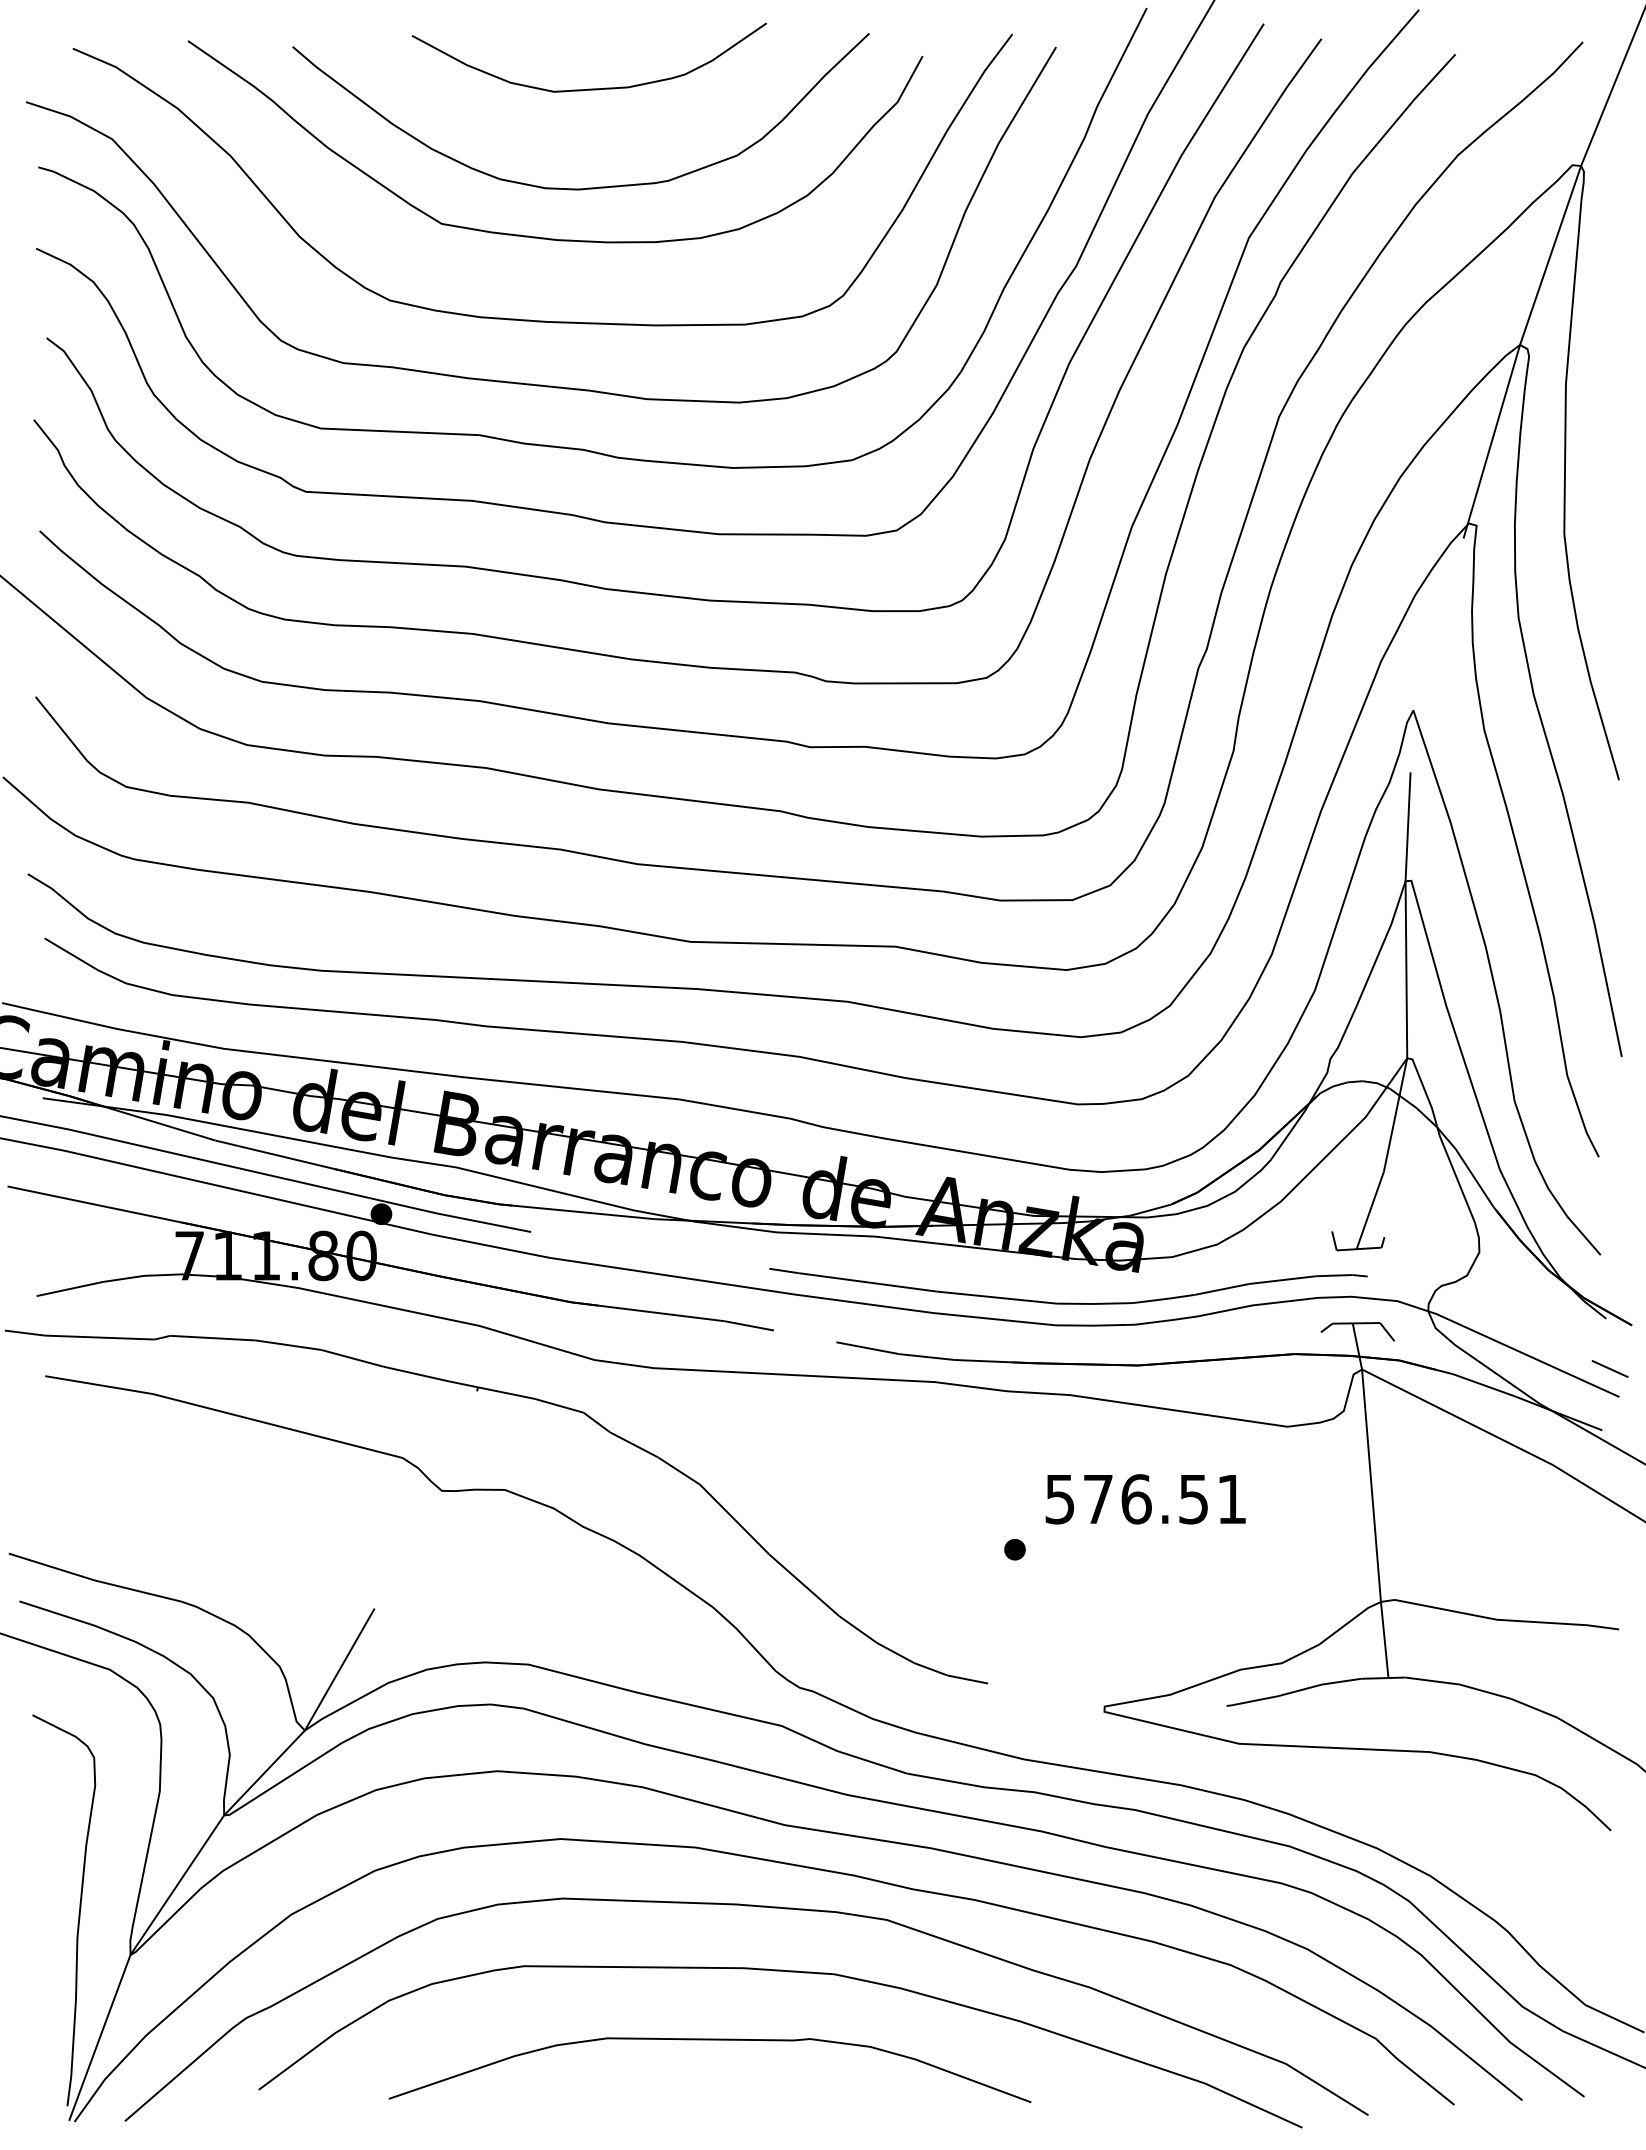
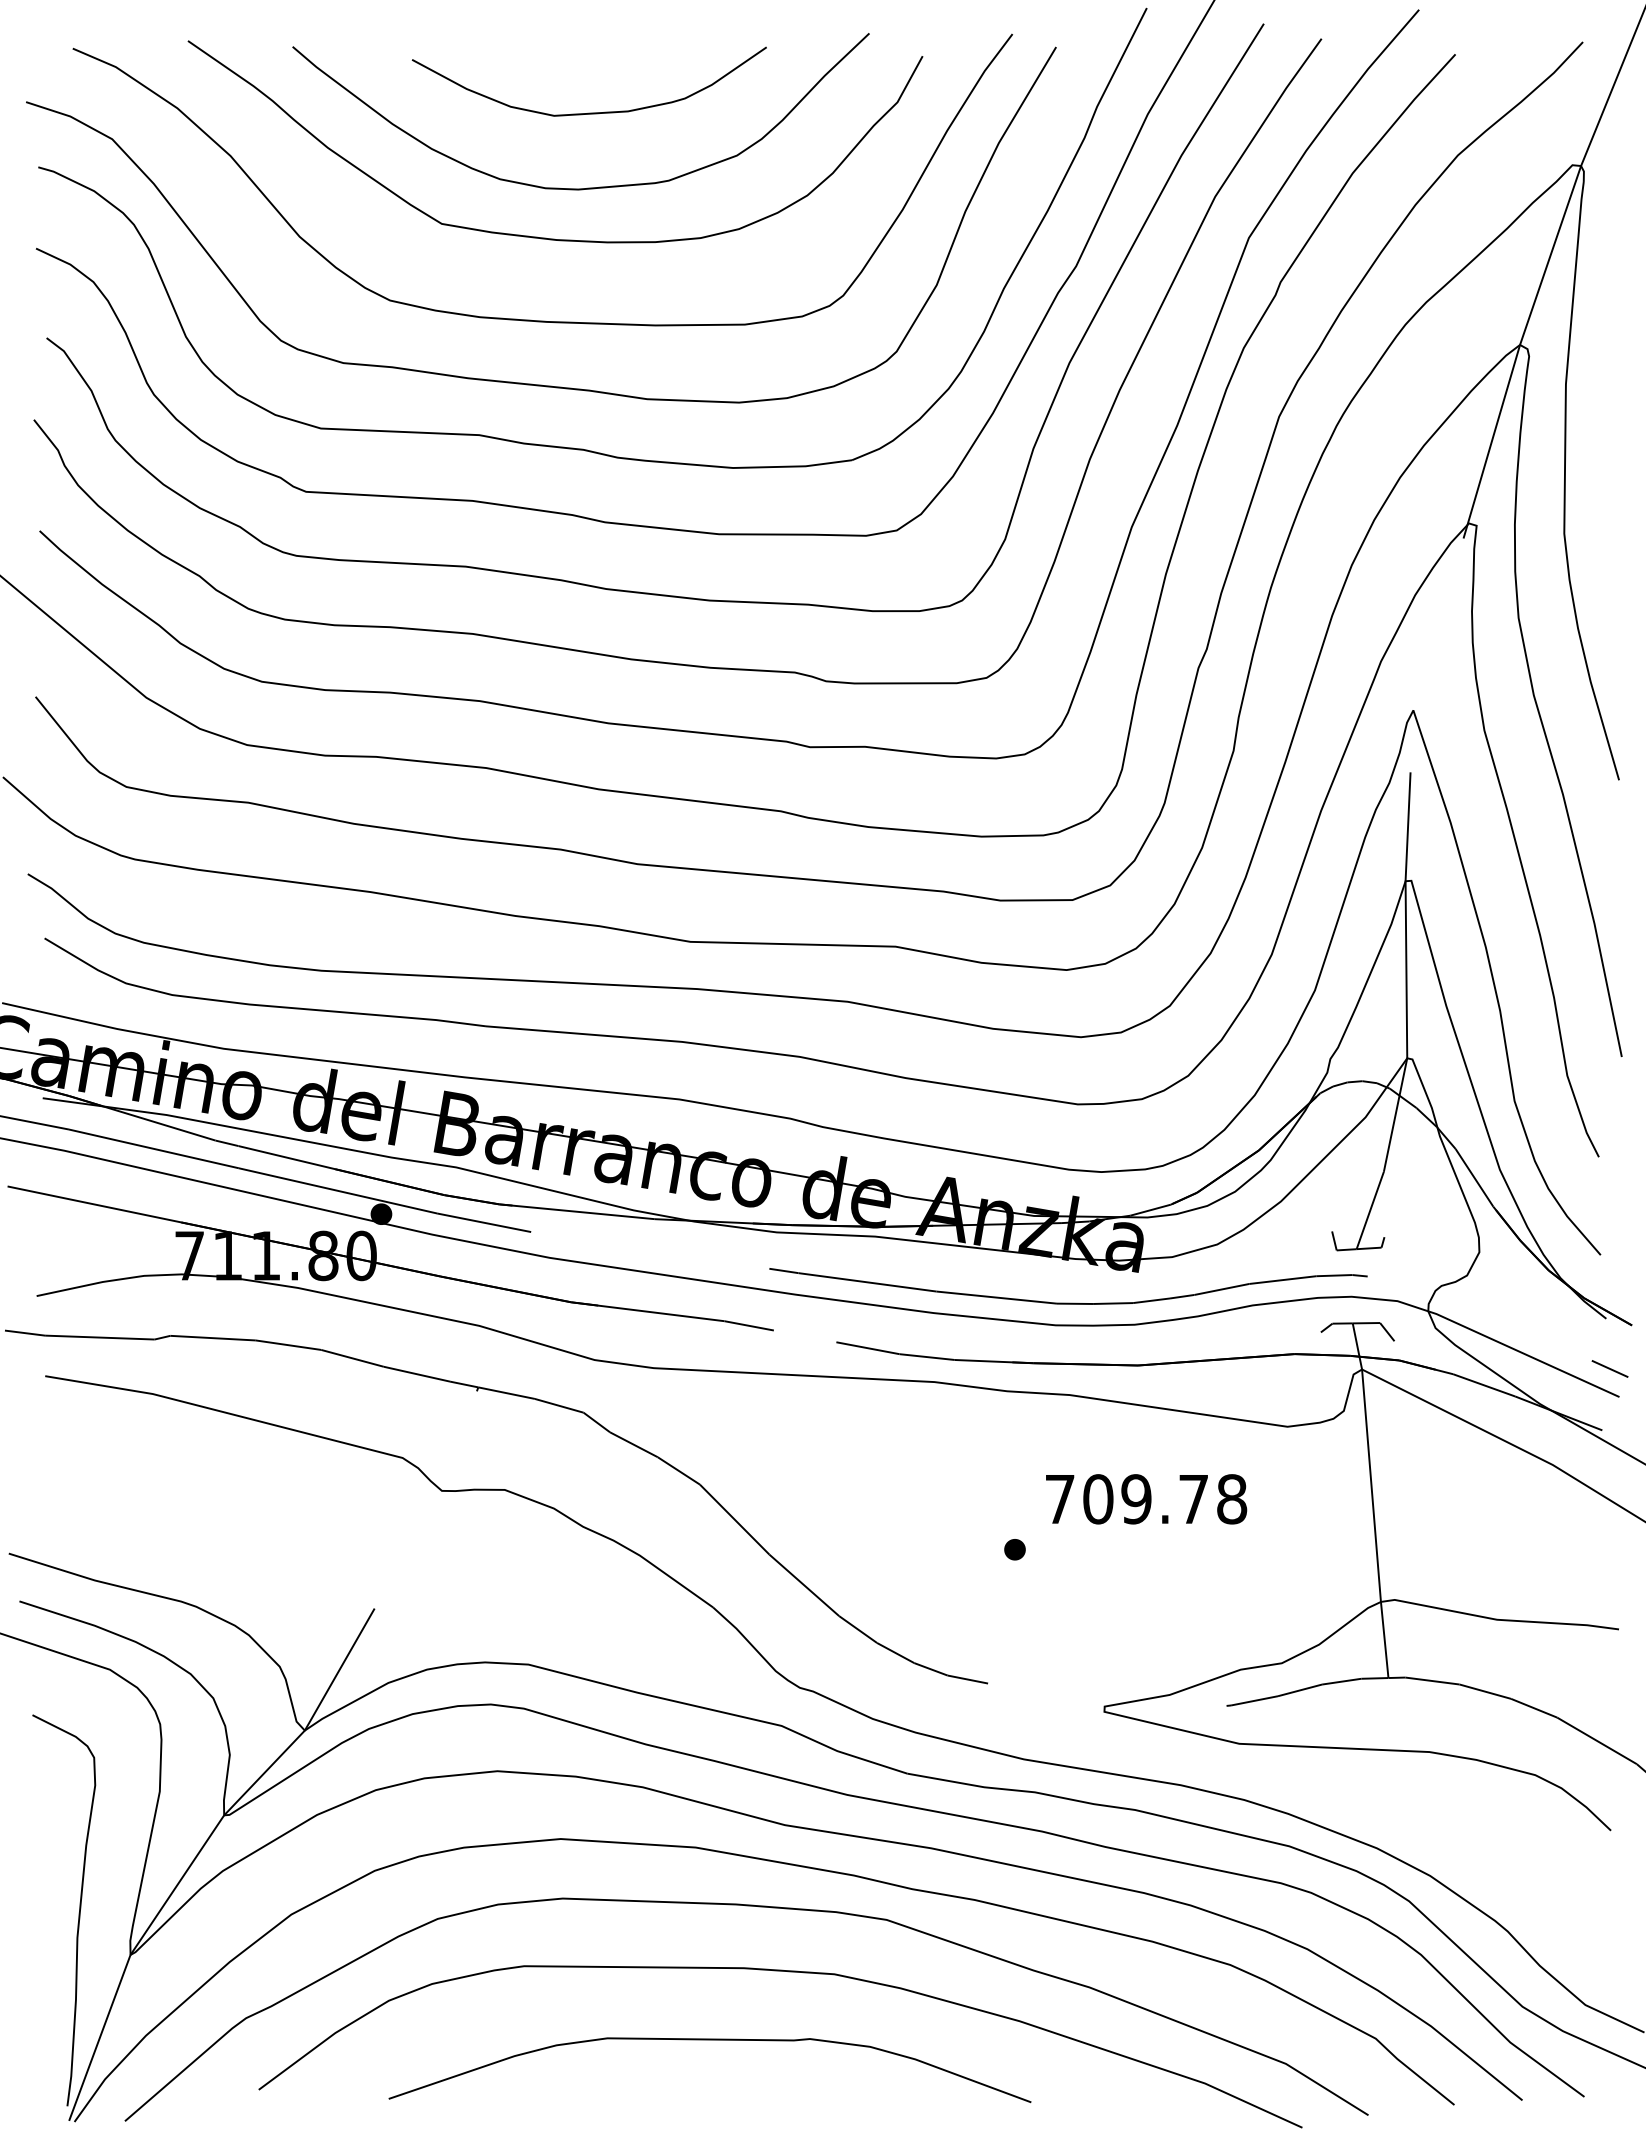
curve at (588, 88) position: (588, 88) -> (588, 112)
text at (1146, 1499): 576.51 -> 709.78
